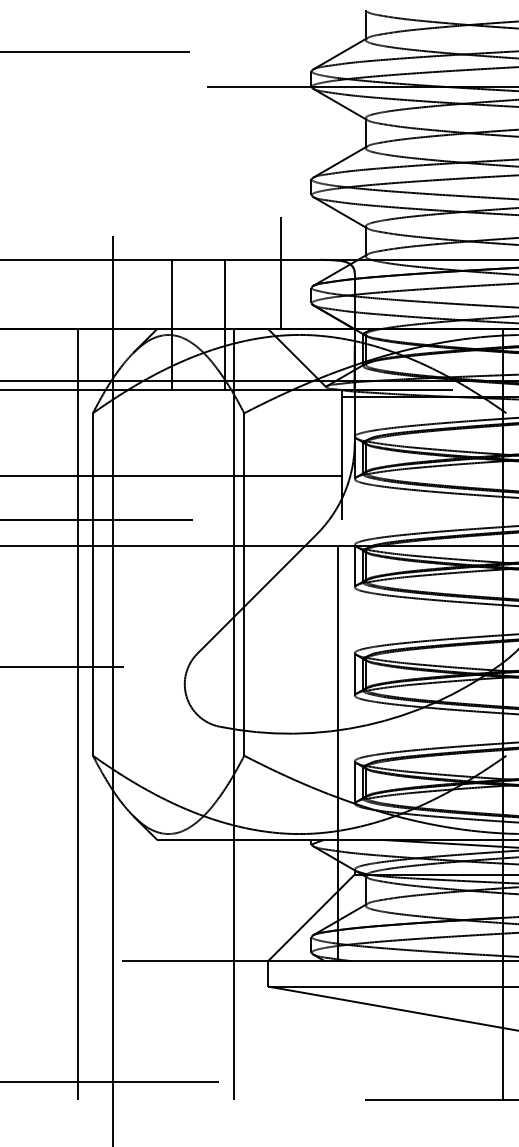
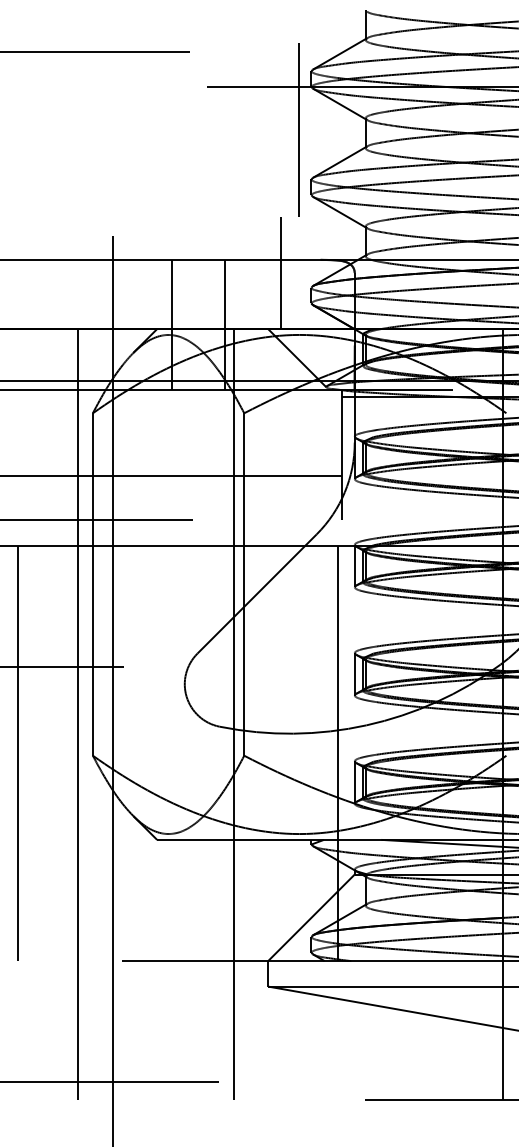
line at (298, 129): none -> present
line at (18, 753): none -> present
